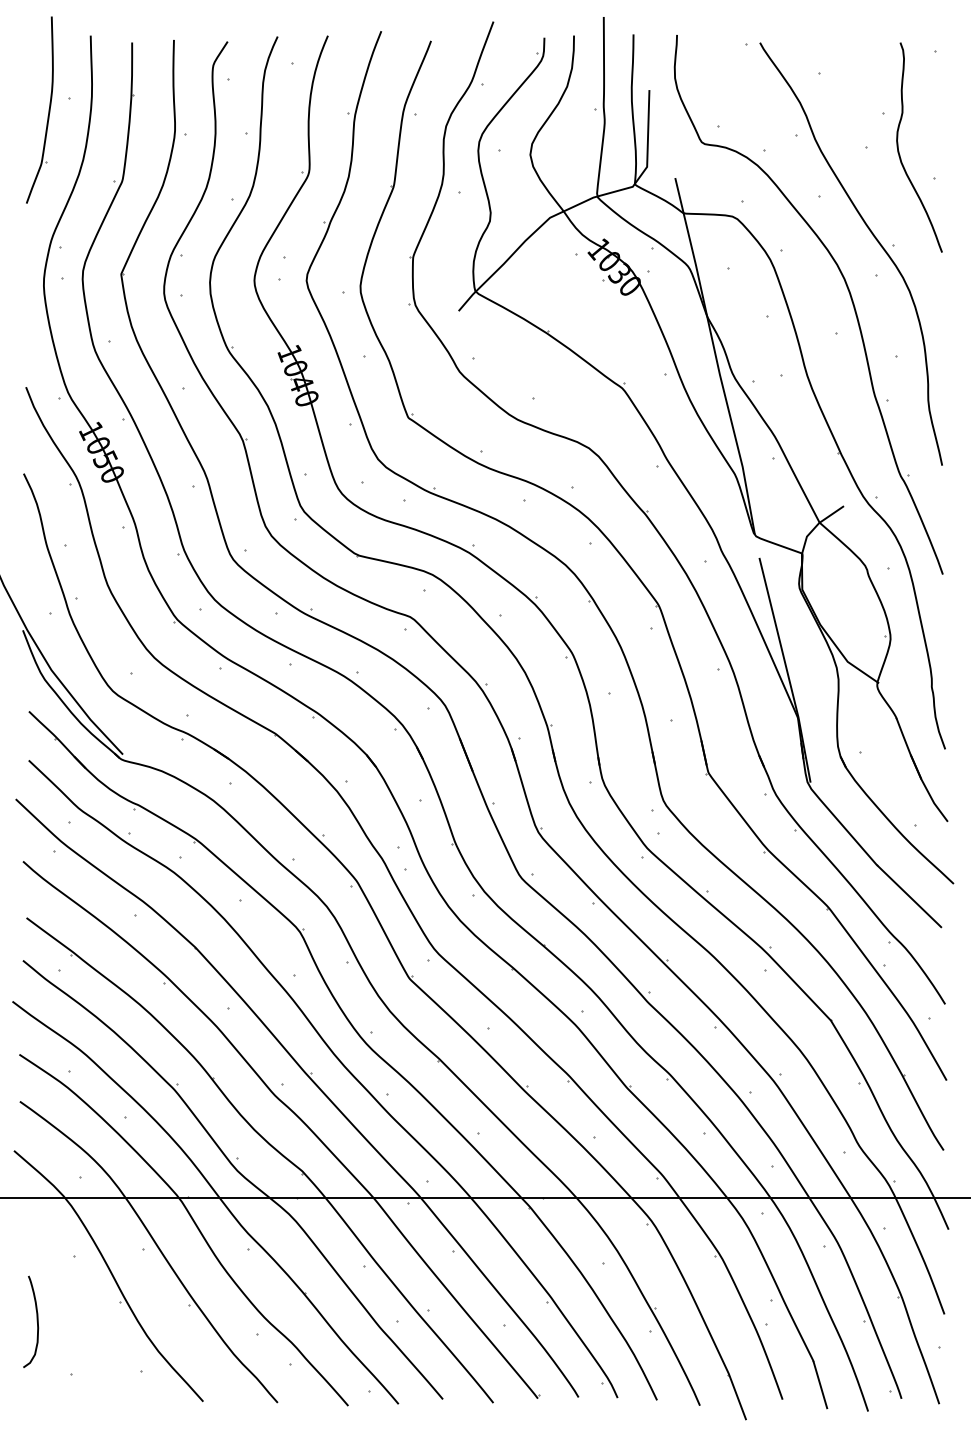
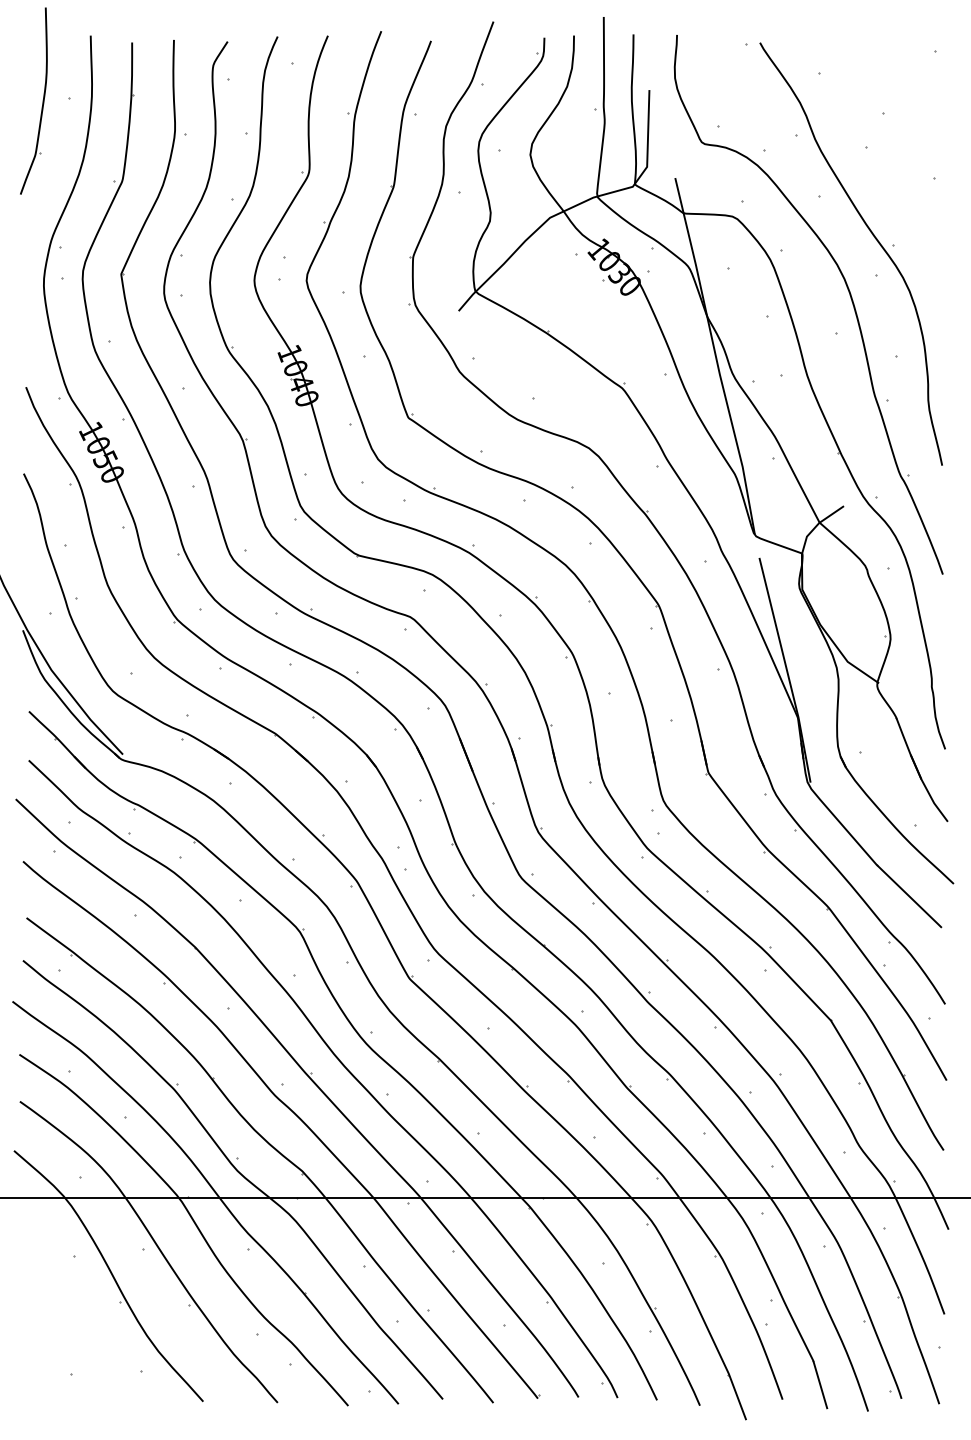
part at (48, 109) position: (48, 109) -> (42, 100)
curve at (900, 154): present -> none
curve at (36, 1321): present -> none
